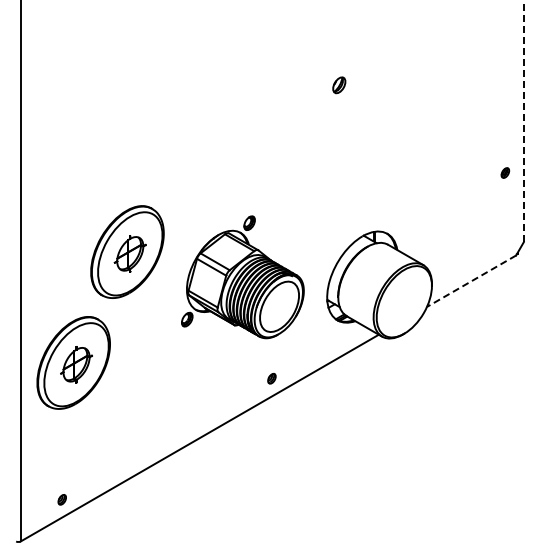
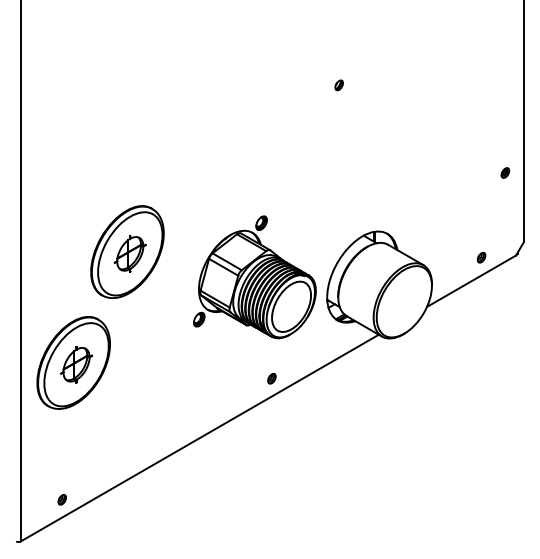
part at (339, 85) size: 15x19 px -> 10x13 px
line at (523, 121): dashed -> solid
part at (481, 257): none -> present
part at (242, 277) position: (242, 277) -> (254, 277)
line at (471, 281): dashed -> solid
